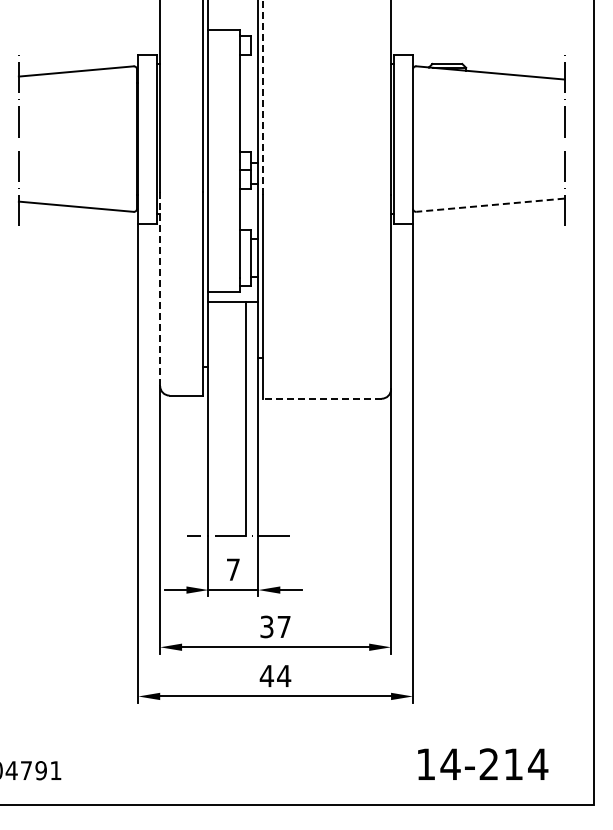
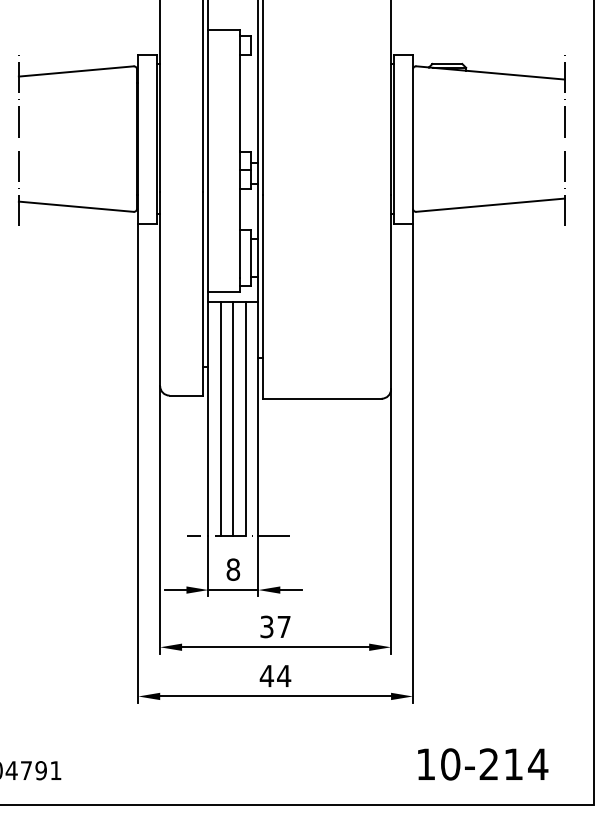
line at (262, 97): dashed -> solid
line at (490, 205): dashed -> solid
line at (160, 289): dashed -> solid
line at (321, 398): dashed -> solid
line at (220, 418): none -> present
line at (233, 418): none -> present
text at (233, 569): 7 -> 8
text at (450, 764): 14-214 -> 10-214
